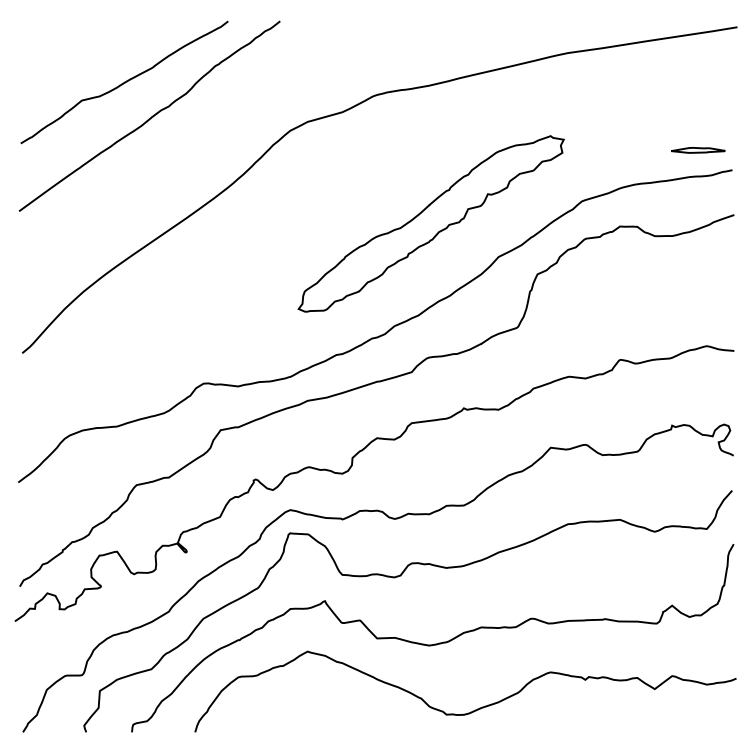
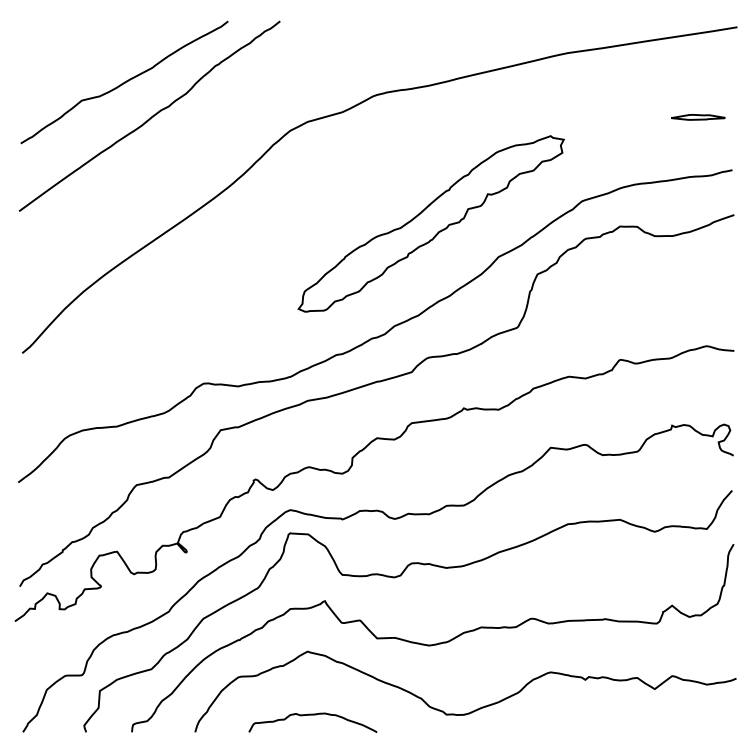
part at (698, 150) position: (698, 150) -> (698, 117)
curve at (312, 715): none -> present
